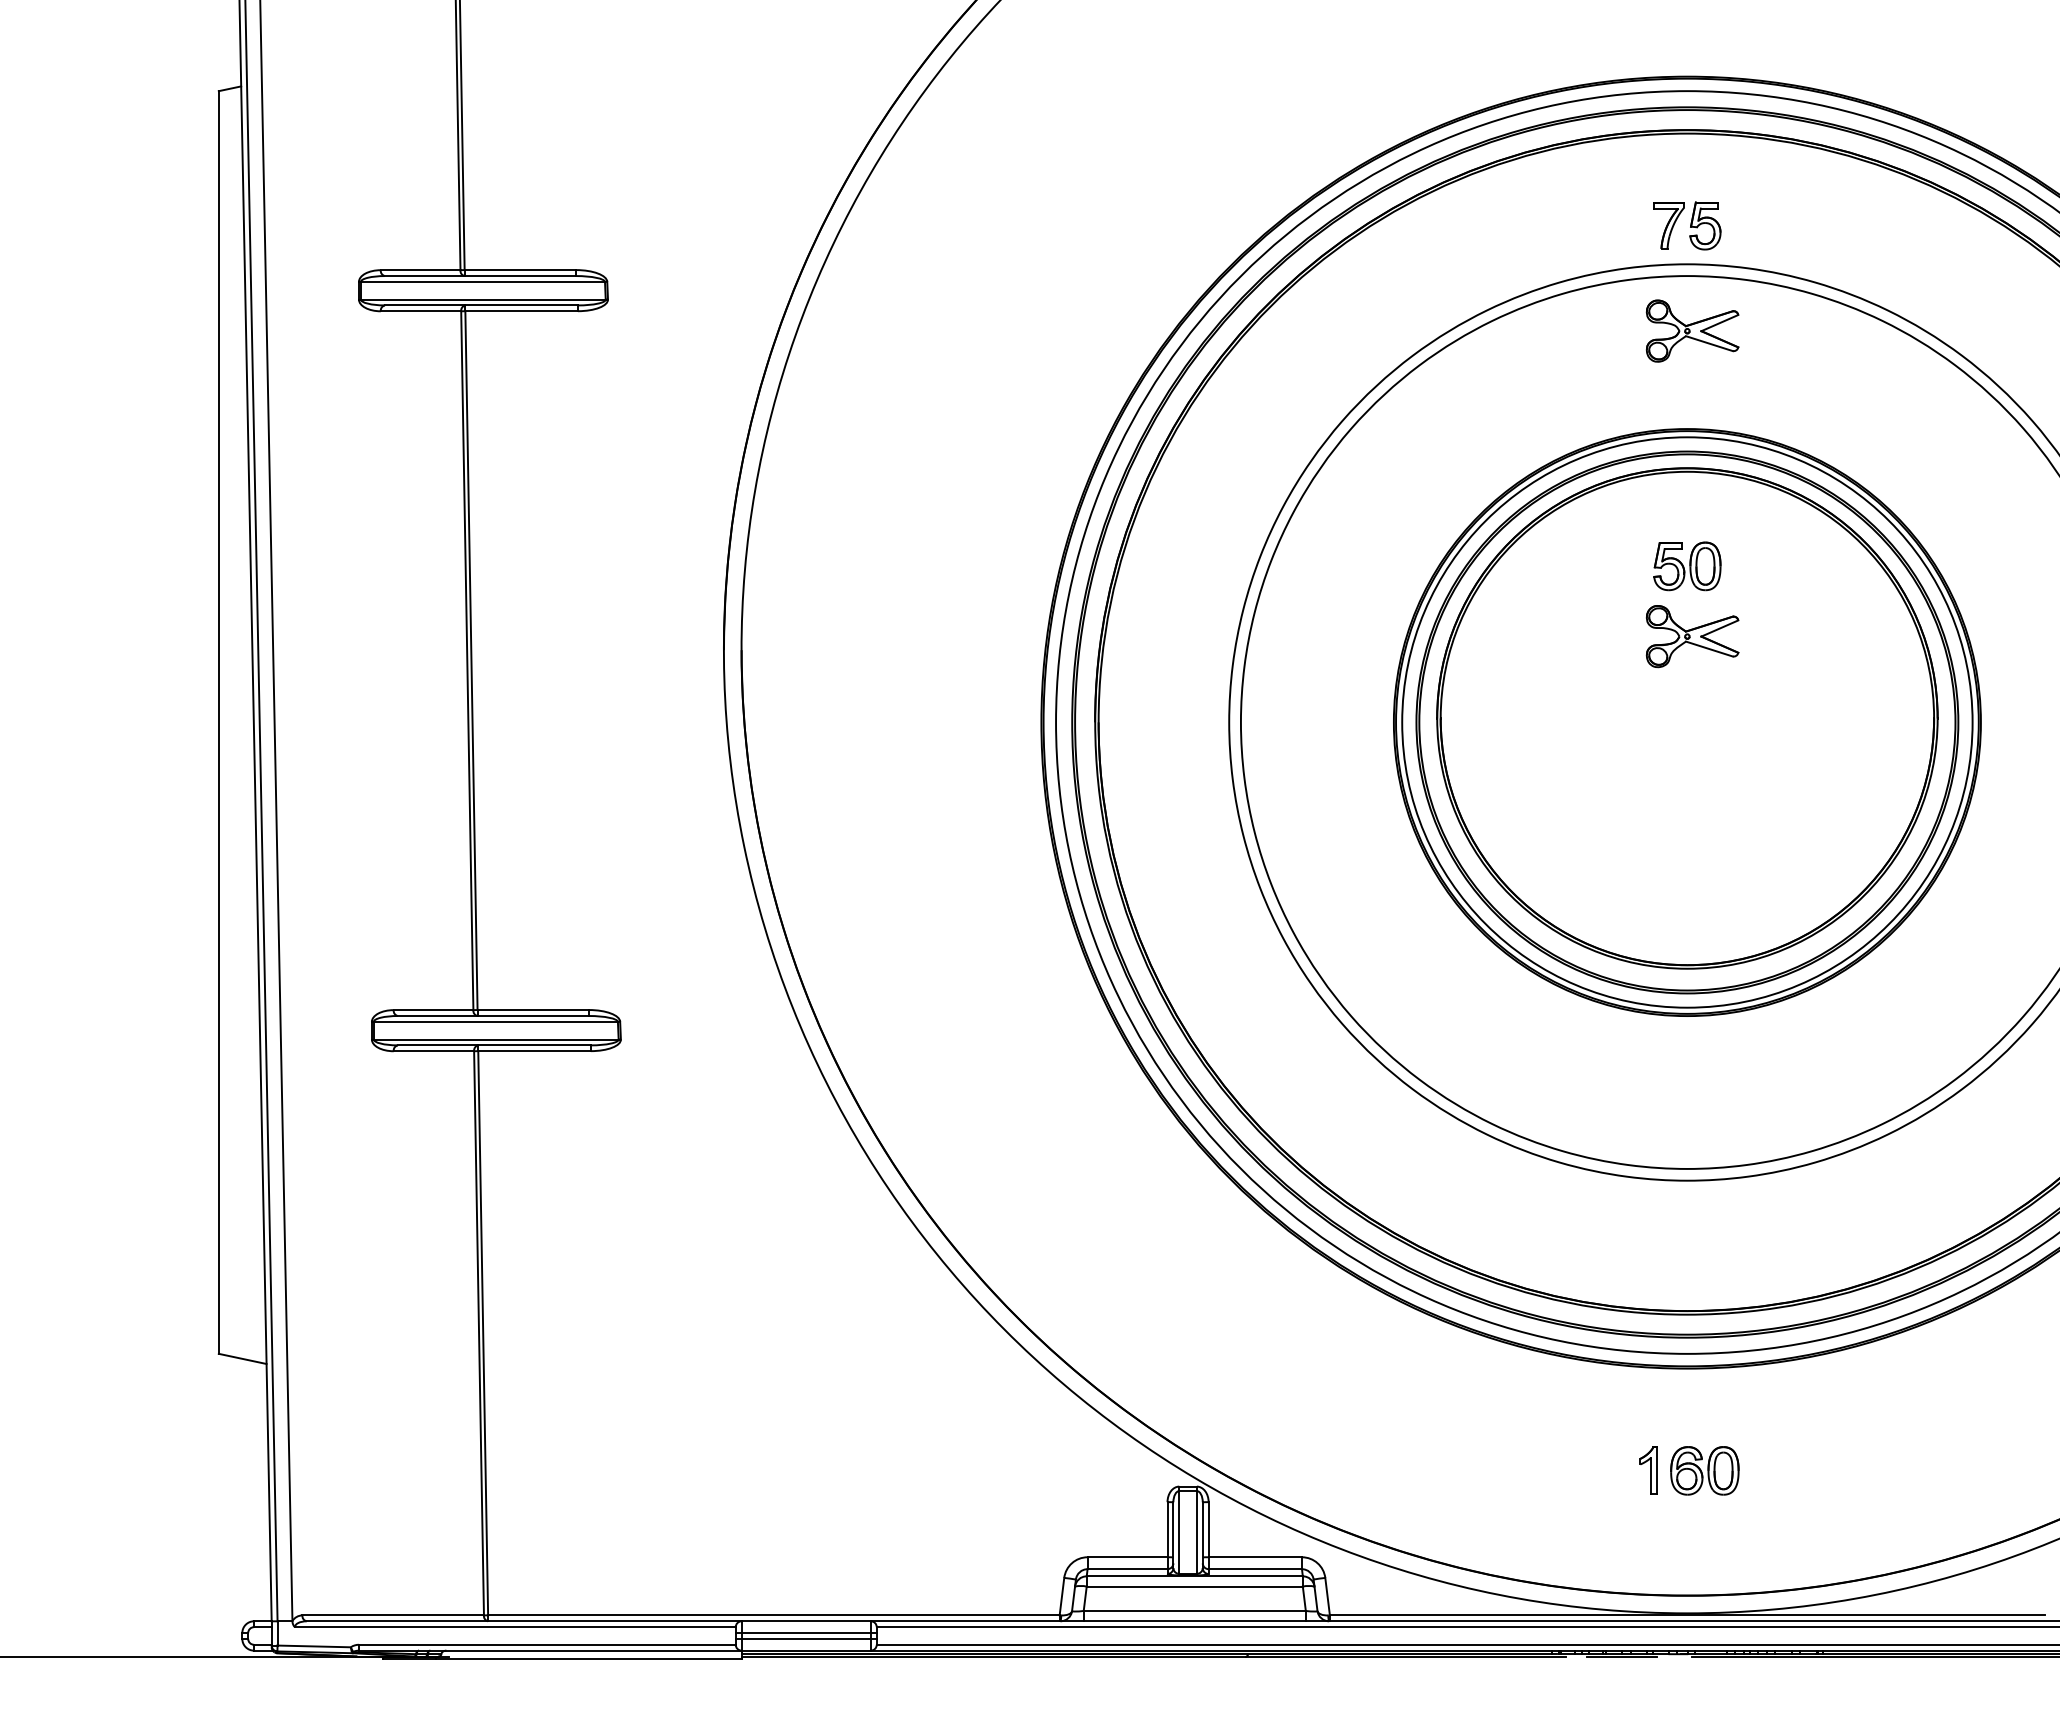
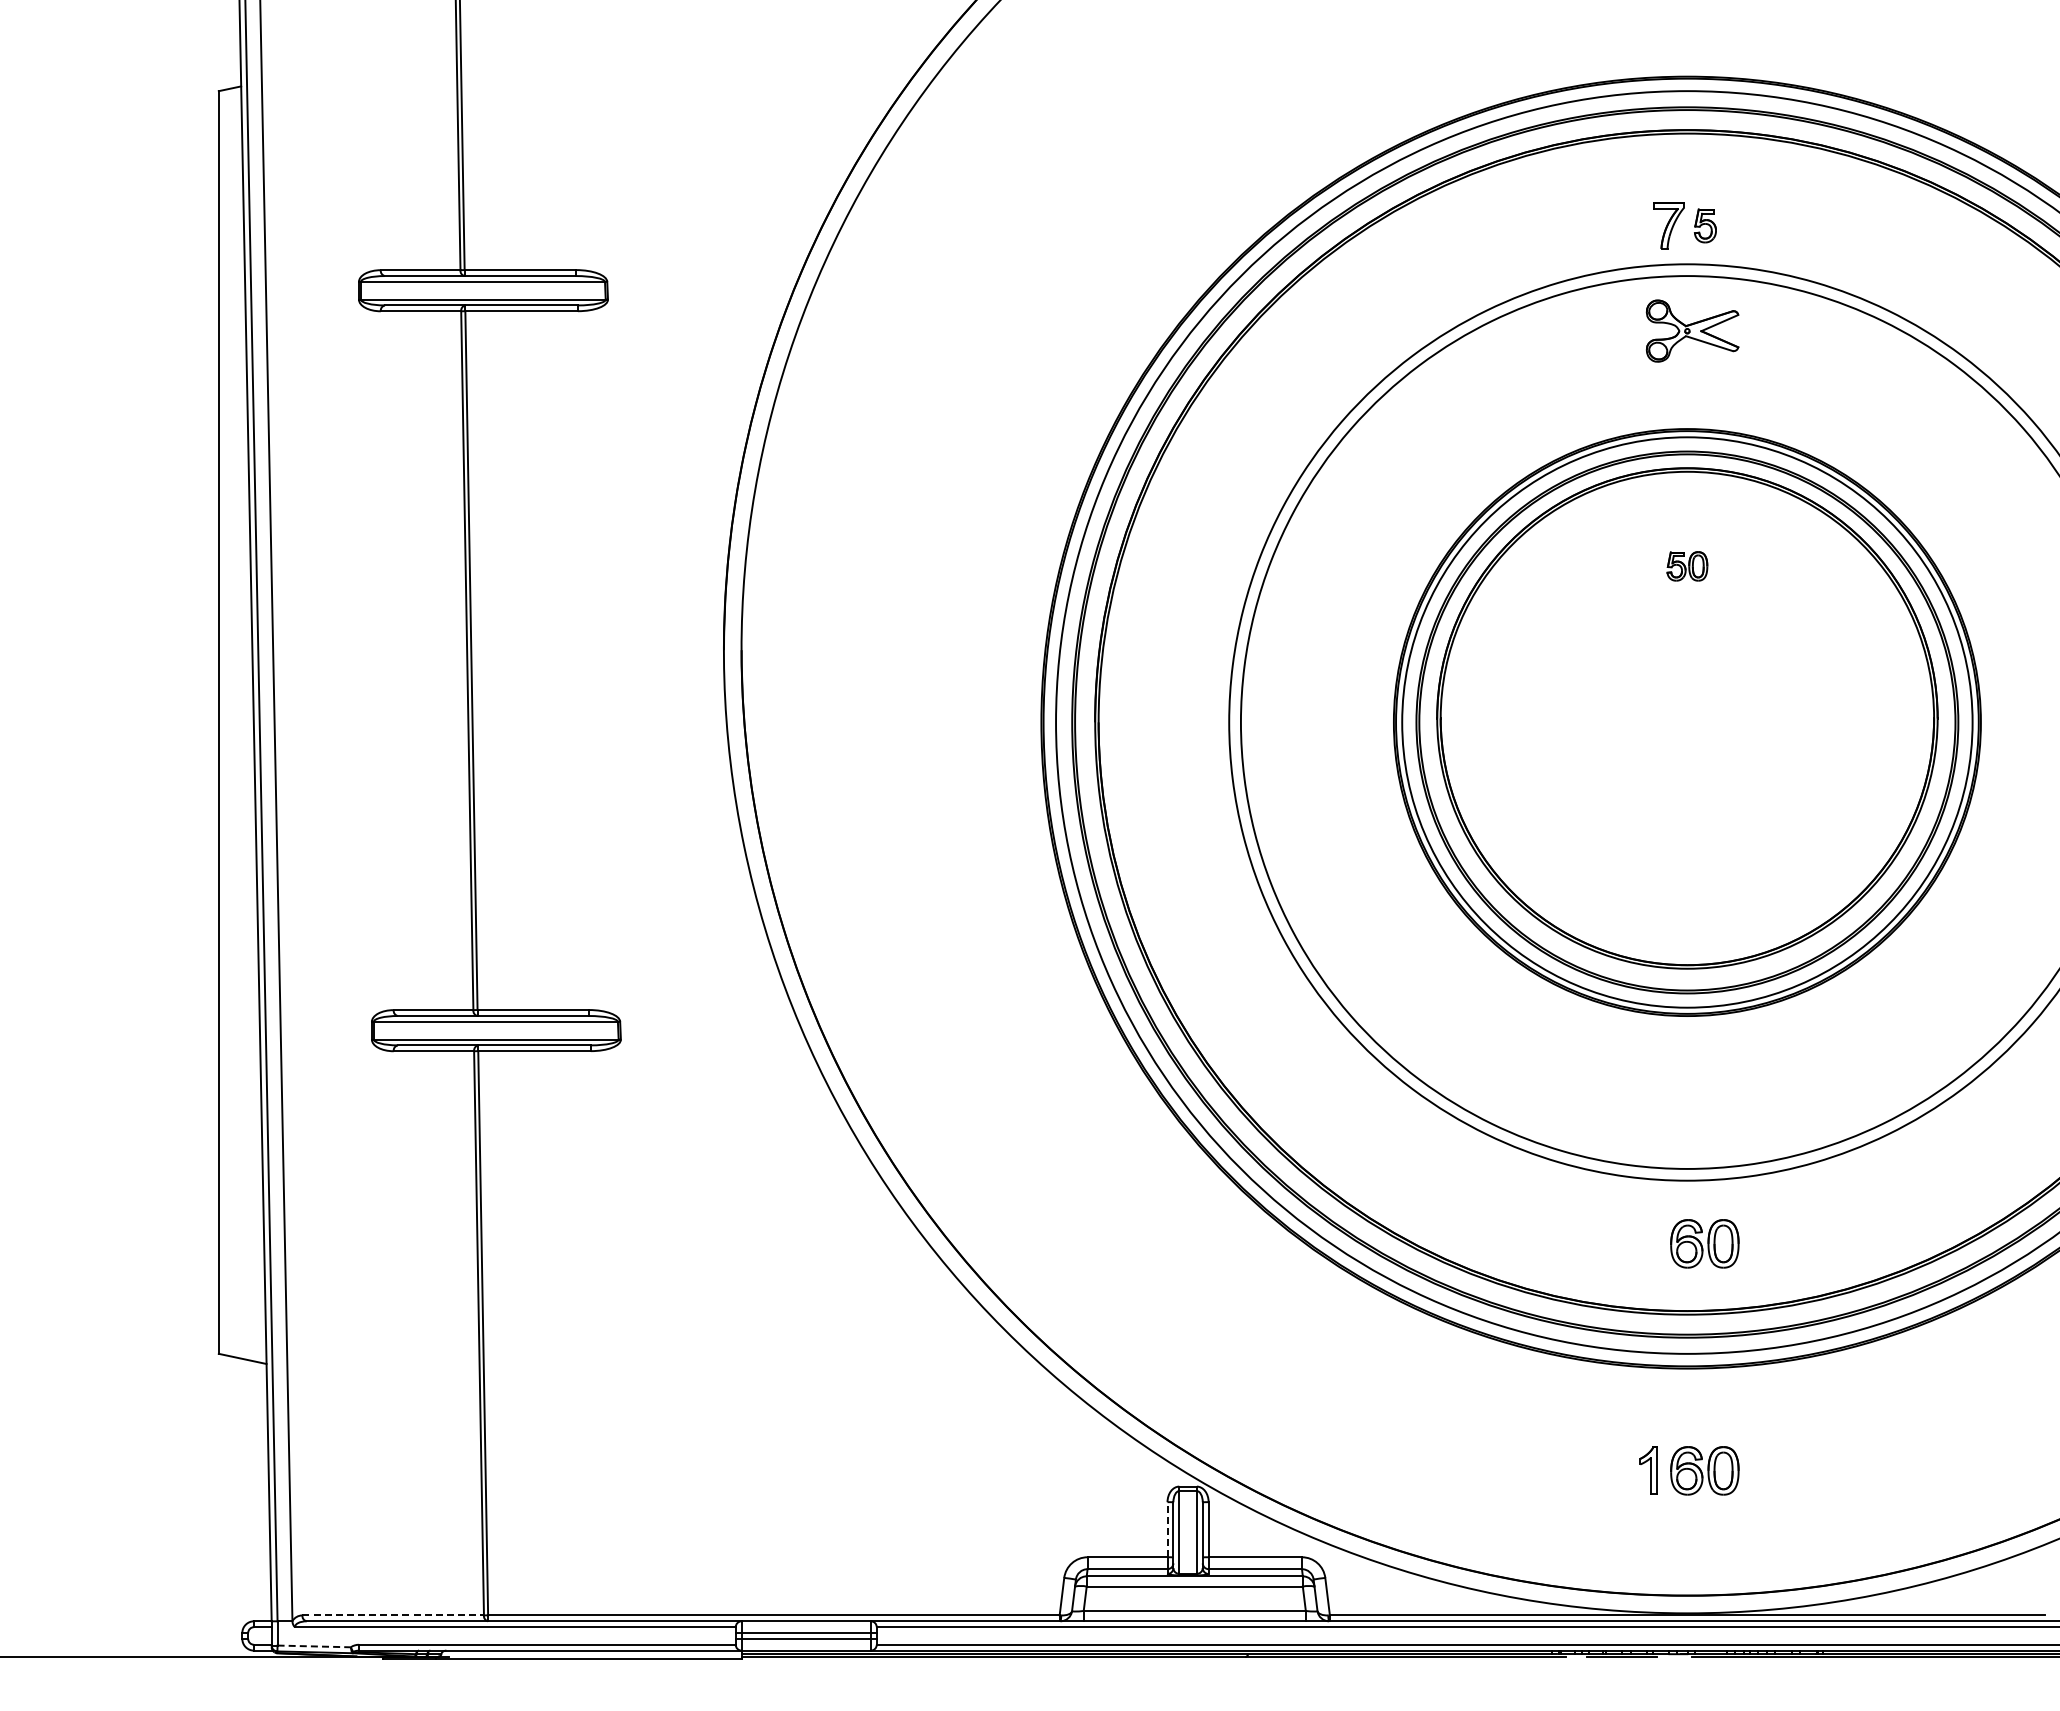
part at (1705, 225) size: 33x50 px -> 23x36 px
part at (1687, 566) size: 69x51 px -> 43x31 px
part at (1692, 636): present -> none
part at (1704, 1243): none -> present
line at (1167, 1529): solid -> dashed
line at (393, 1615): solid -> dashed
line at (314, 1646): solid -> dashed
